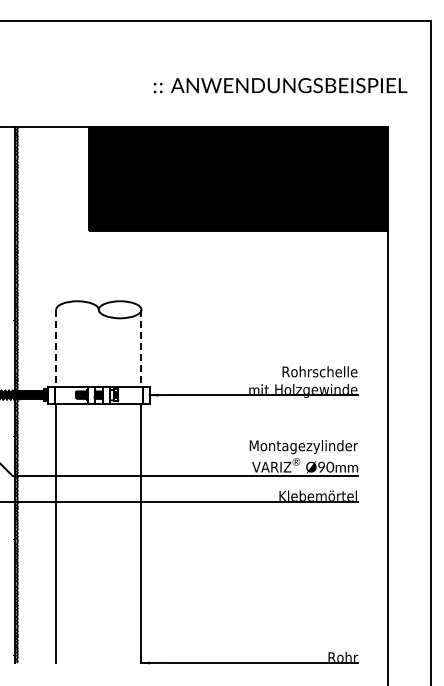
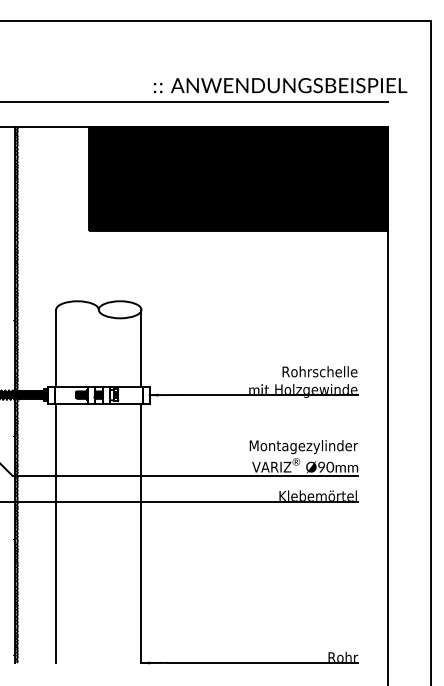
line at (195, 101): none -> present
line at (56, 348): dashed -> solid
line at (141, 348): dashed -> solid
